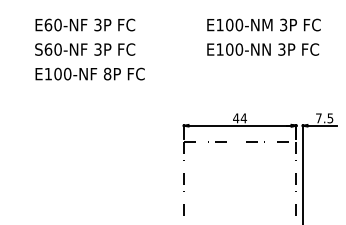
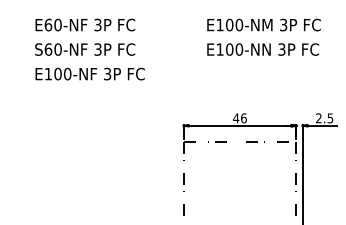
text at (107, 73): 8P -> 3P
text at (243, 118): 44 -> 46
text at (318, 118): 7.5 -> 2.5
